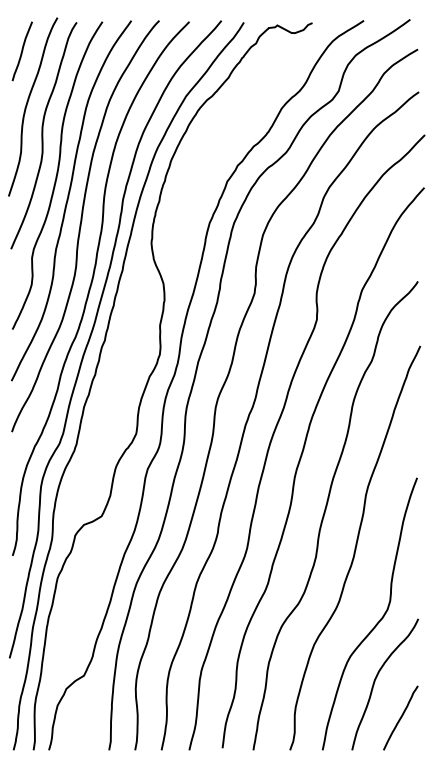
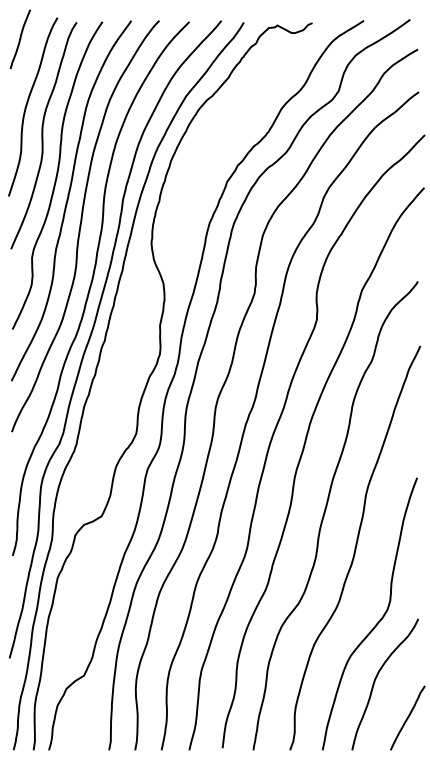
curve at (21, 51) position: (21, 51) -> (19, 39)
line at (400, 717) position: (400, 717) -> (407, 717)
